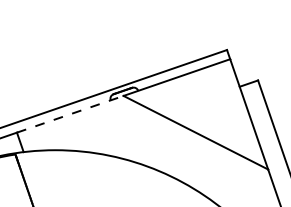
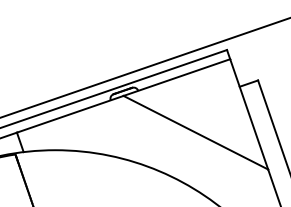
line at (144, 67): none -> present
line at (70, 114): dashed -> solid
